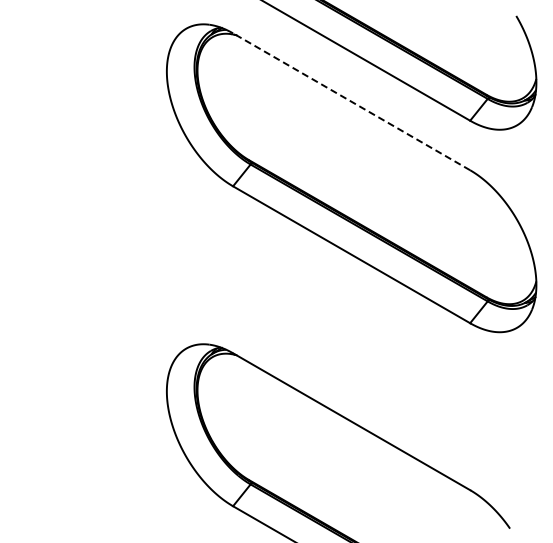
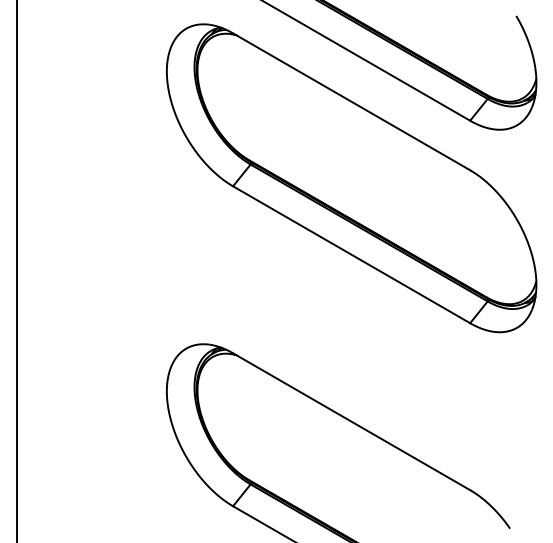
line at (351, 101): dashed -> solid
line at (16, 270): none -> present
